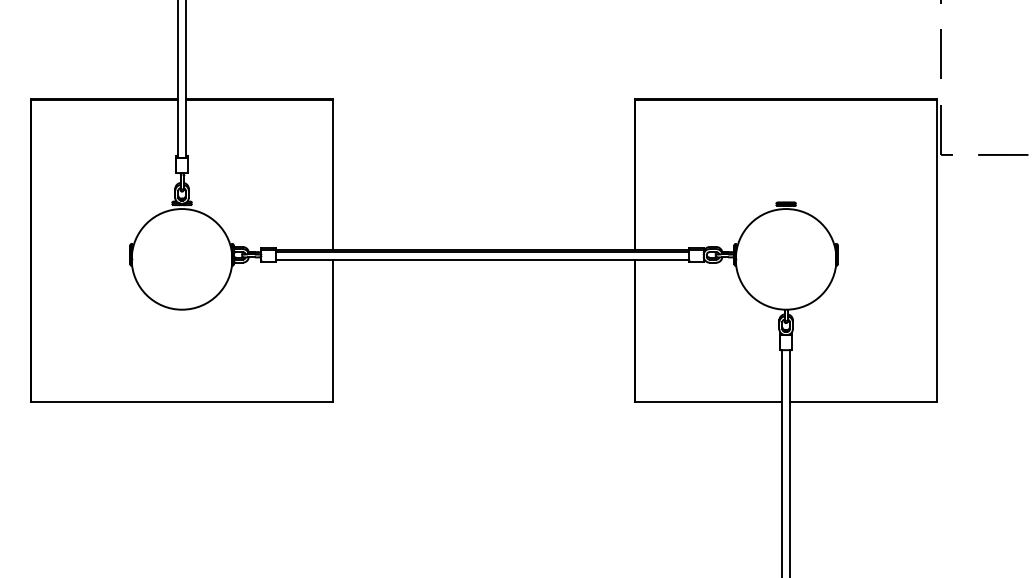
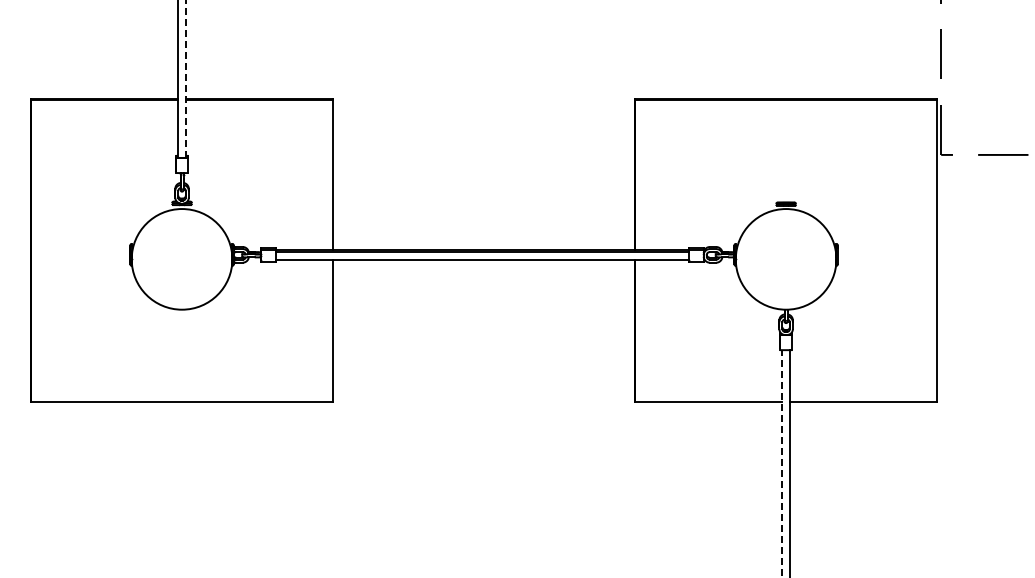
line at (186, 78): solid -> dashed
line at (782, 463): solid -> dashed
